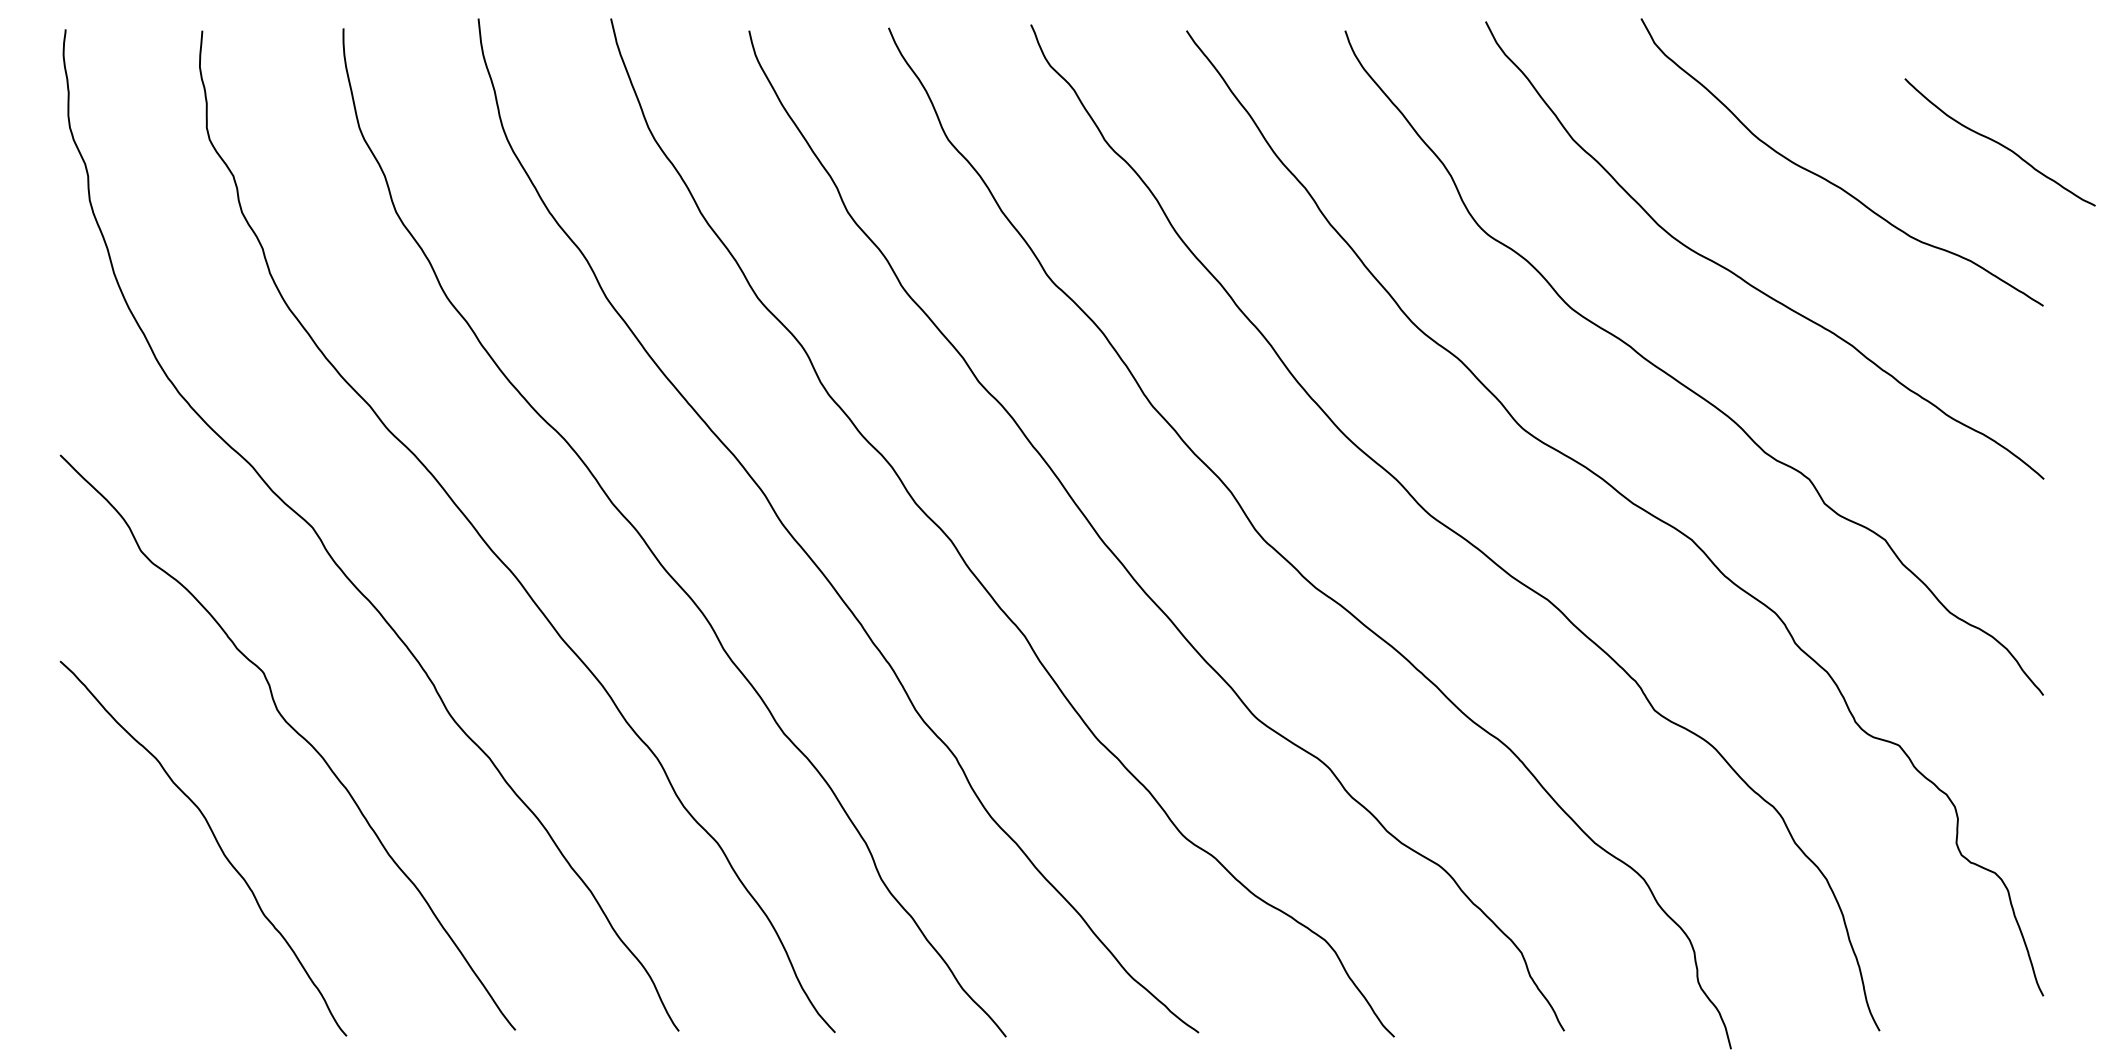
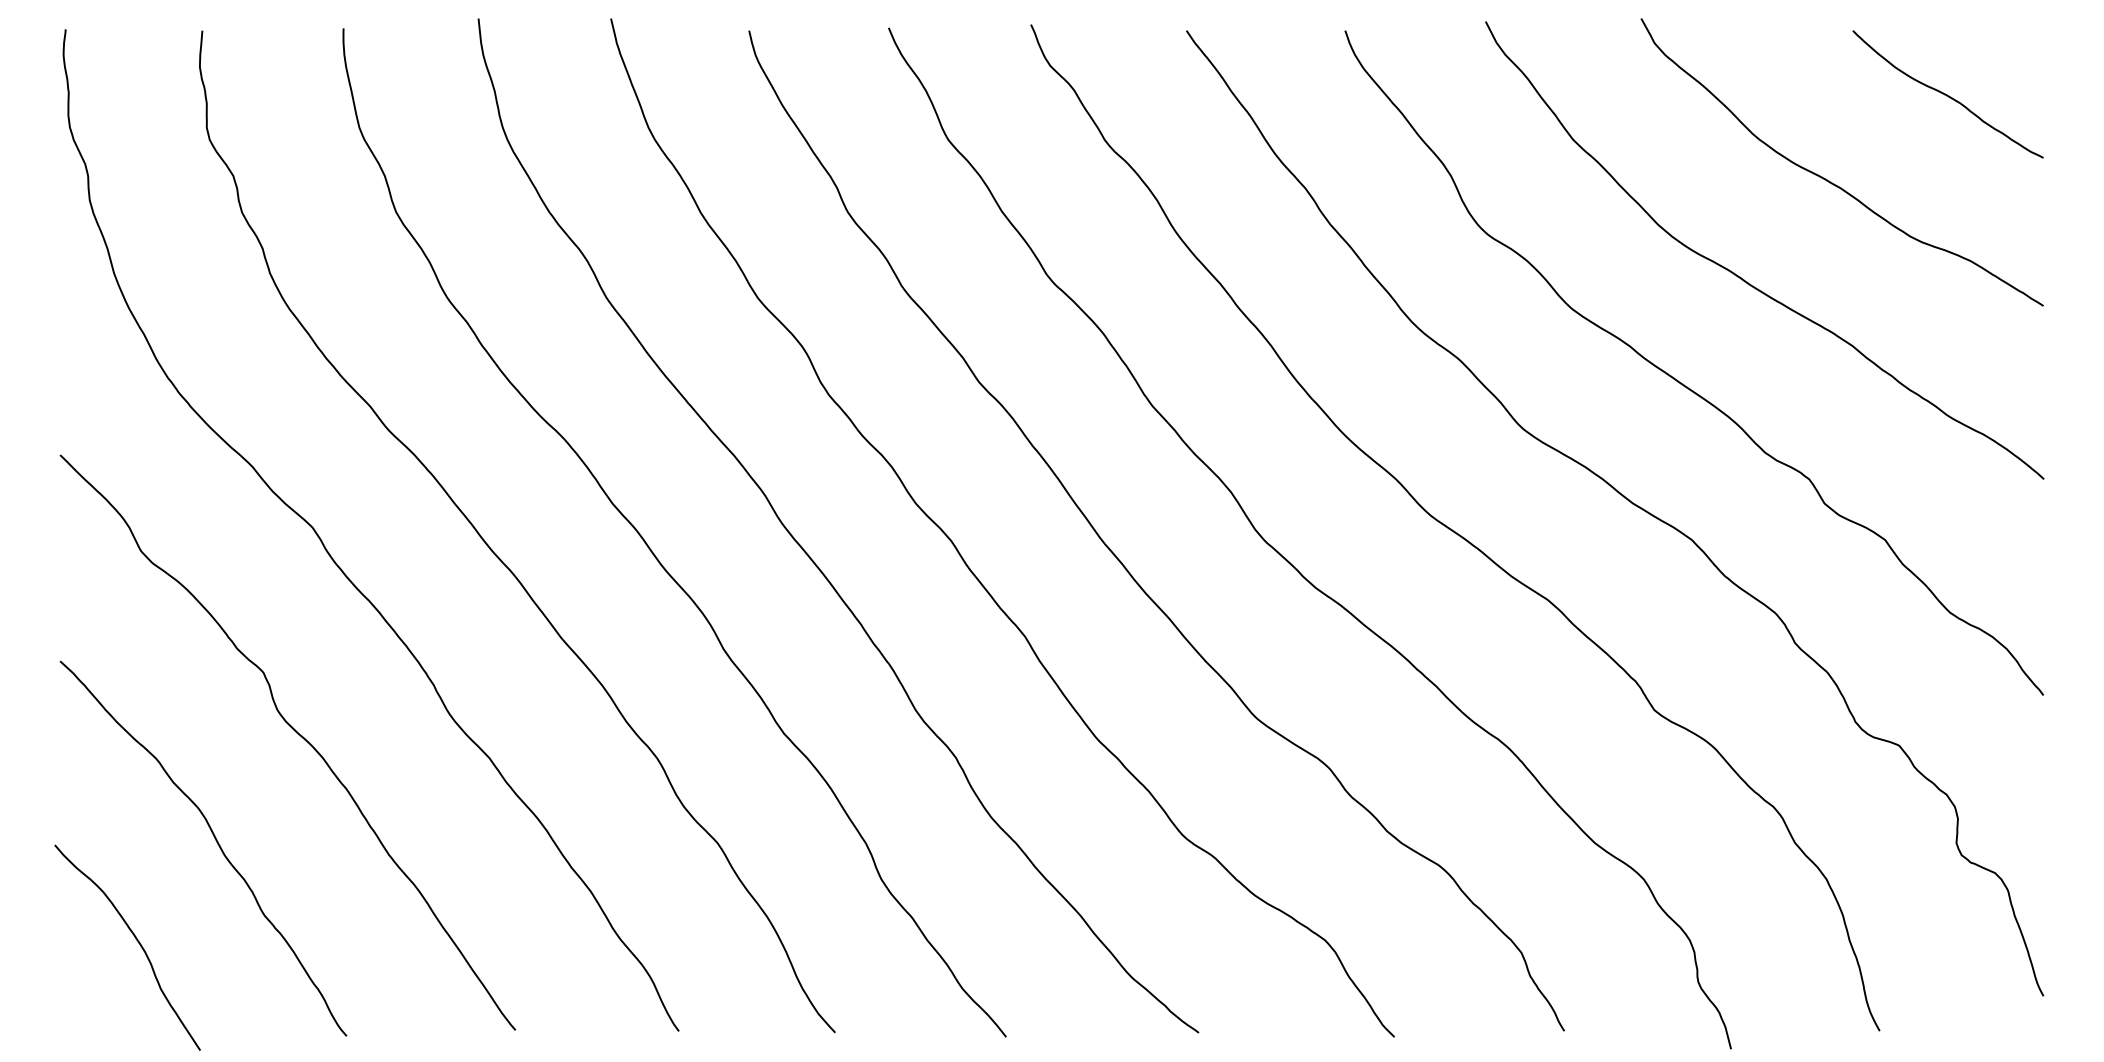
curve at (1999, 142) position: (1999, 142) -> (1947, 94)
curve at (137, 942): none -> present
